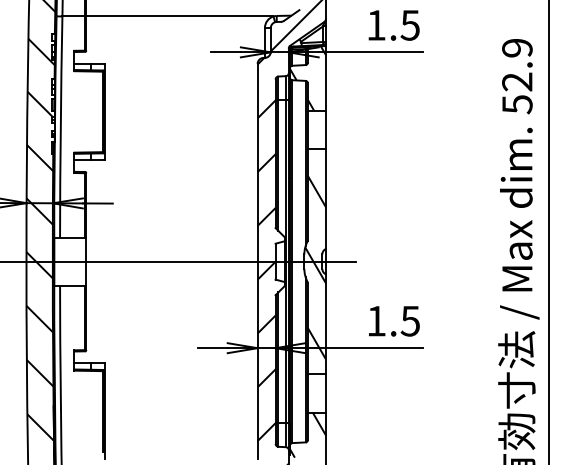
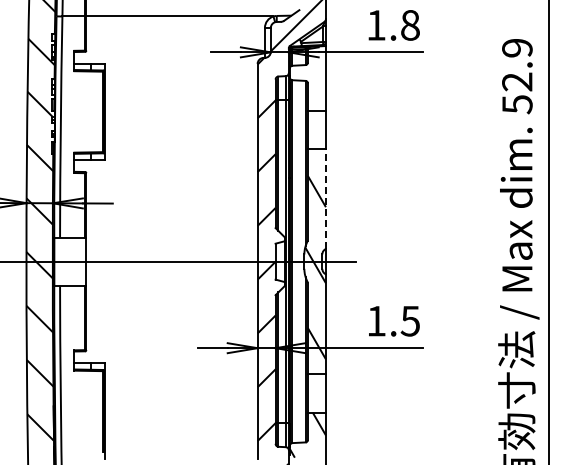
text at (409, 25): 1.5 -> 1.8
hatch at (307, 78): present -> none
line at (325, 199): solid -> dashed
